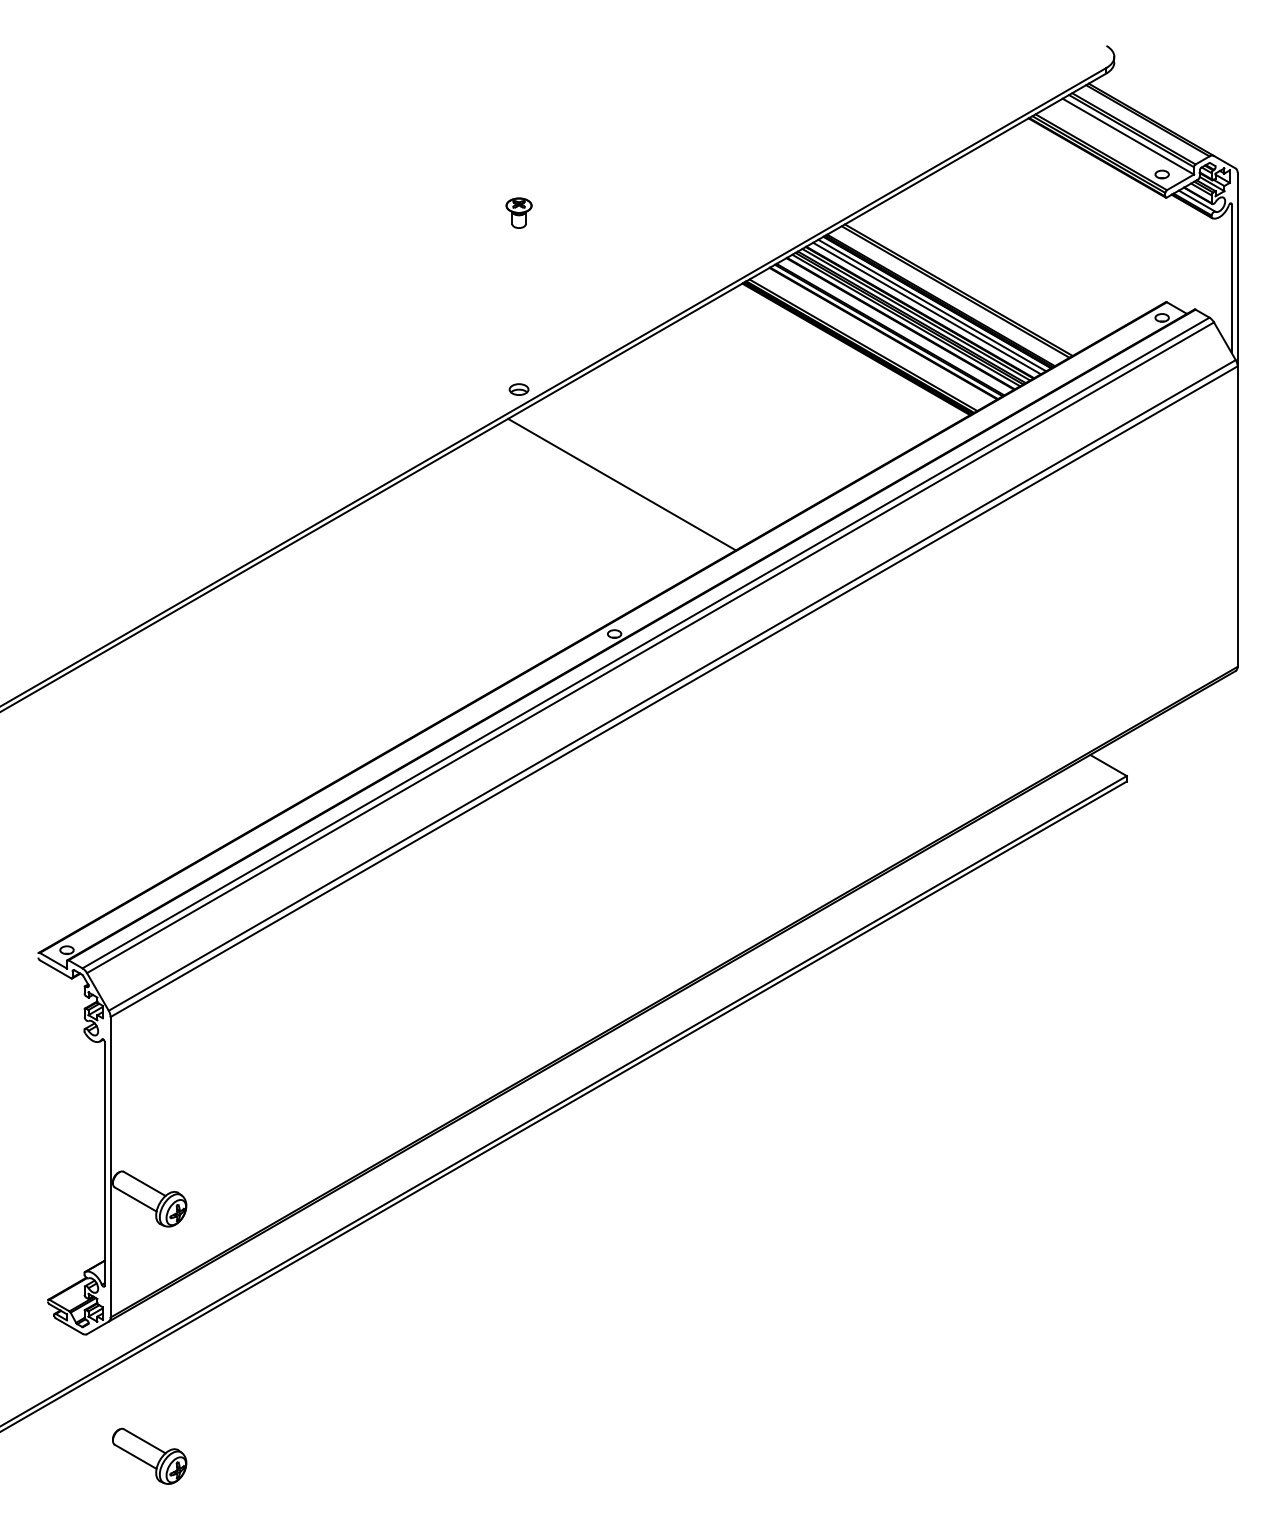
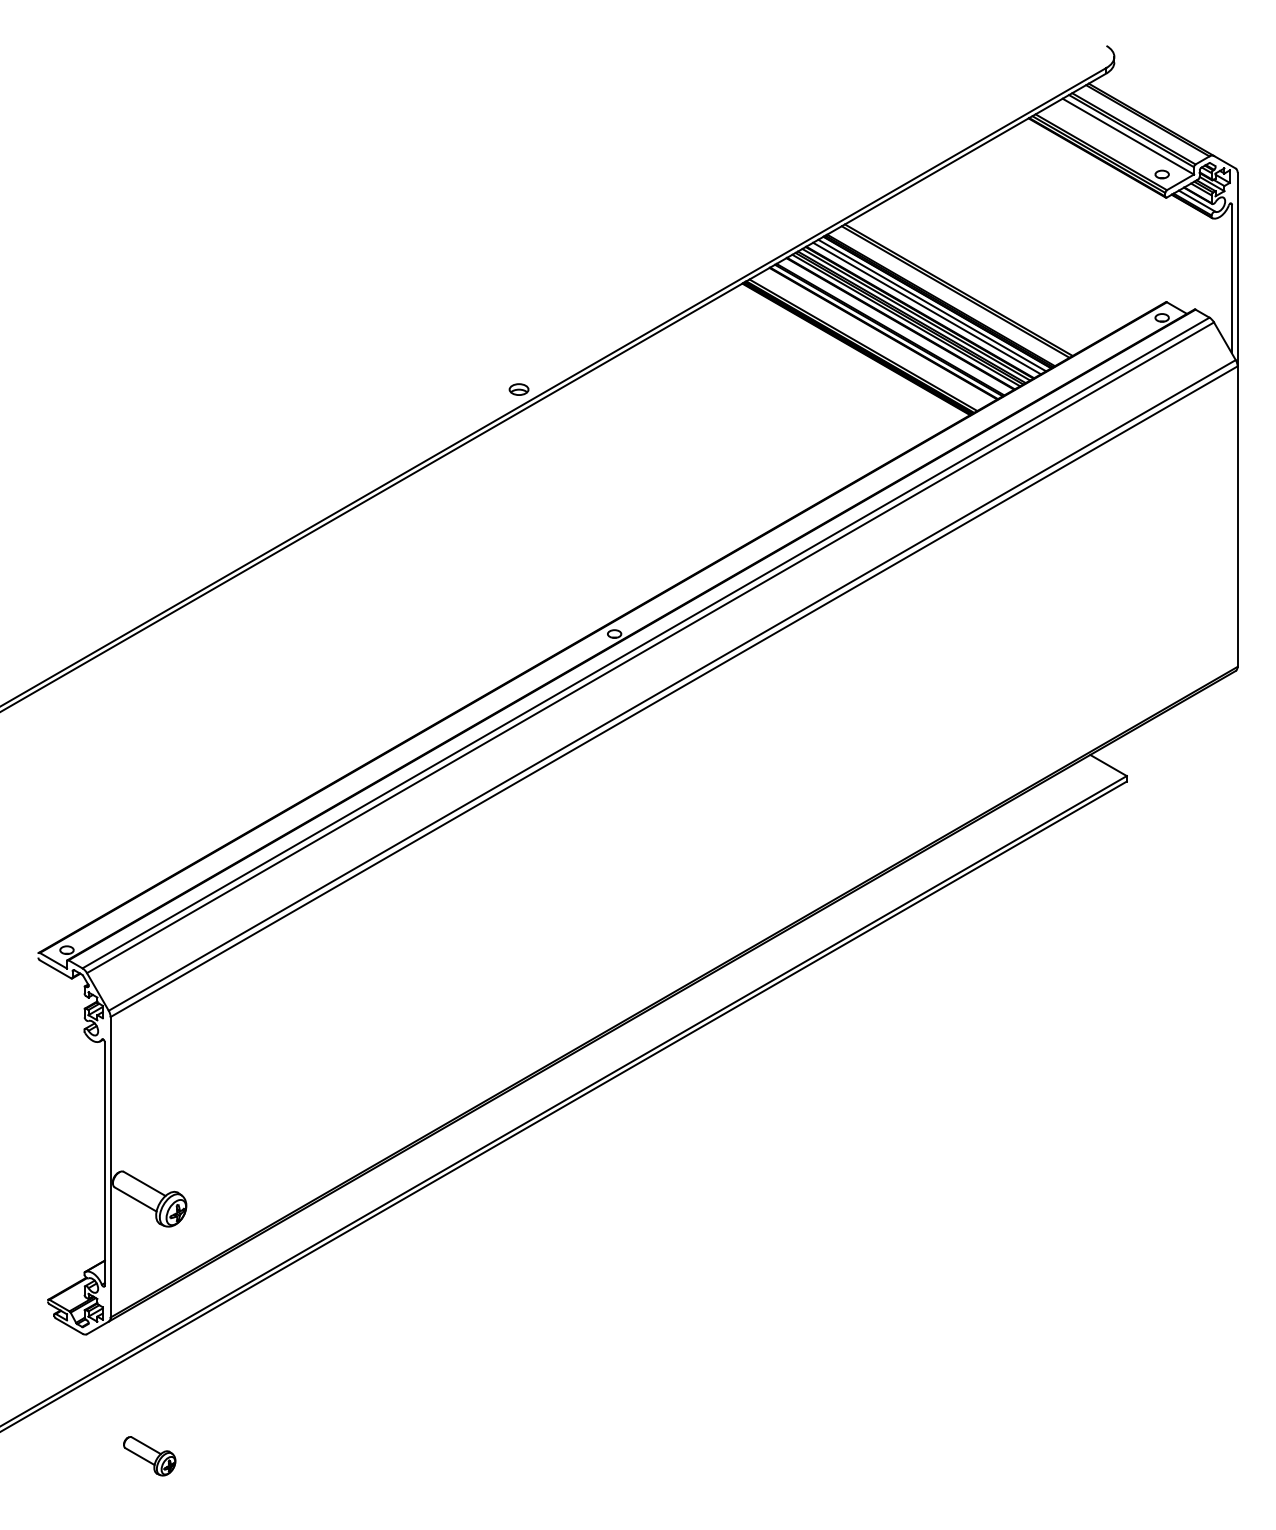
part at (518, 212): present -> none
line at (621, 484): present -> none
part at (149, 1455) size: 76x58 px -> 54x41 px
